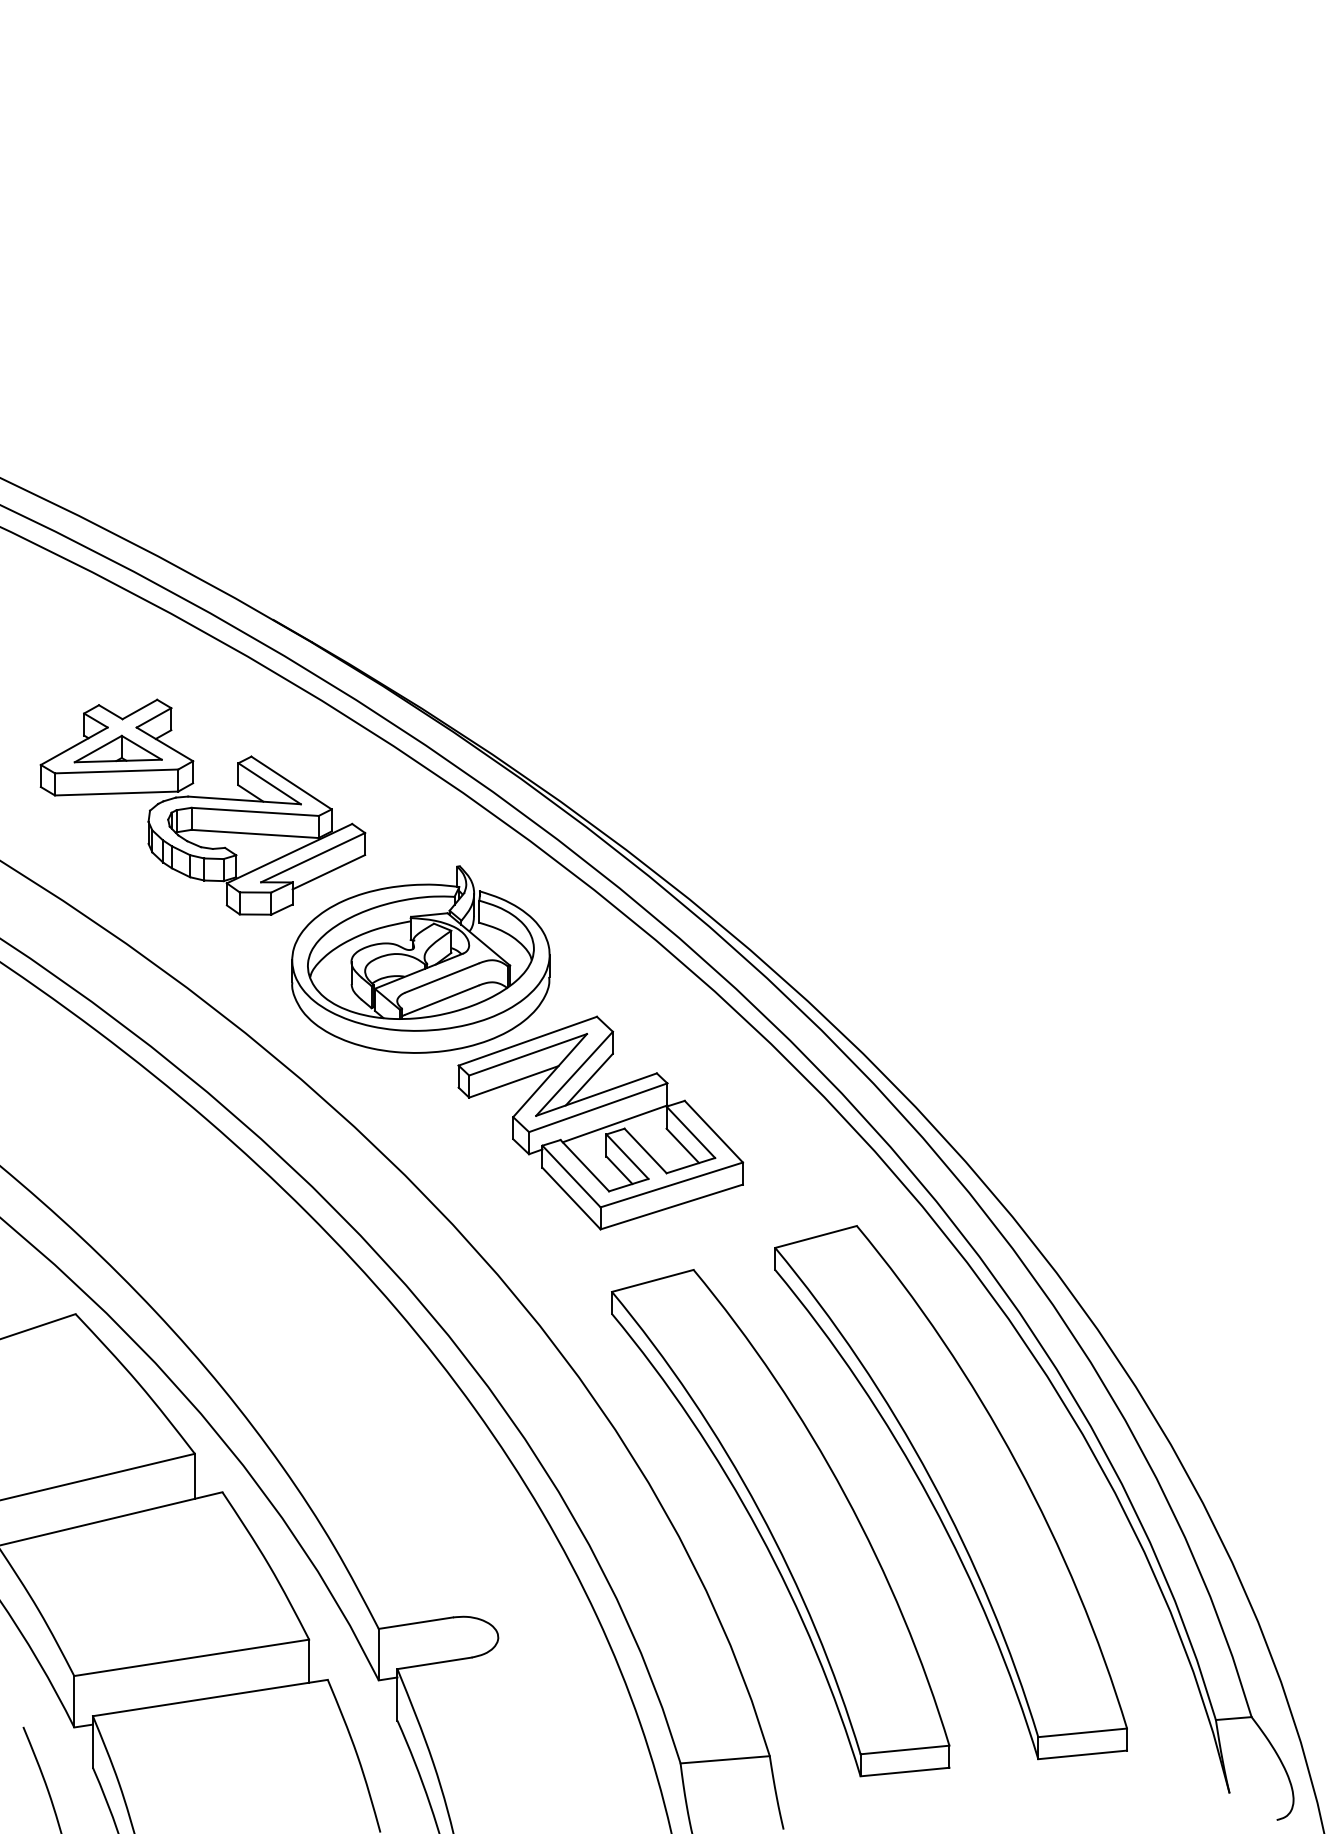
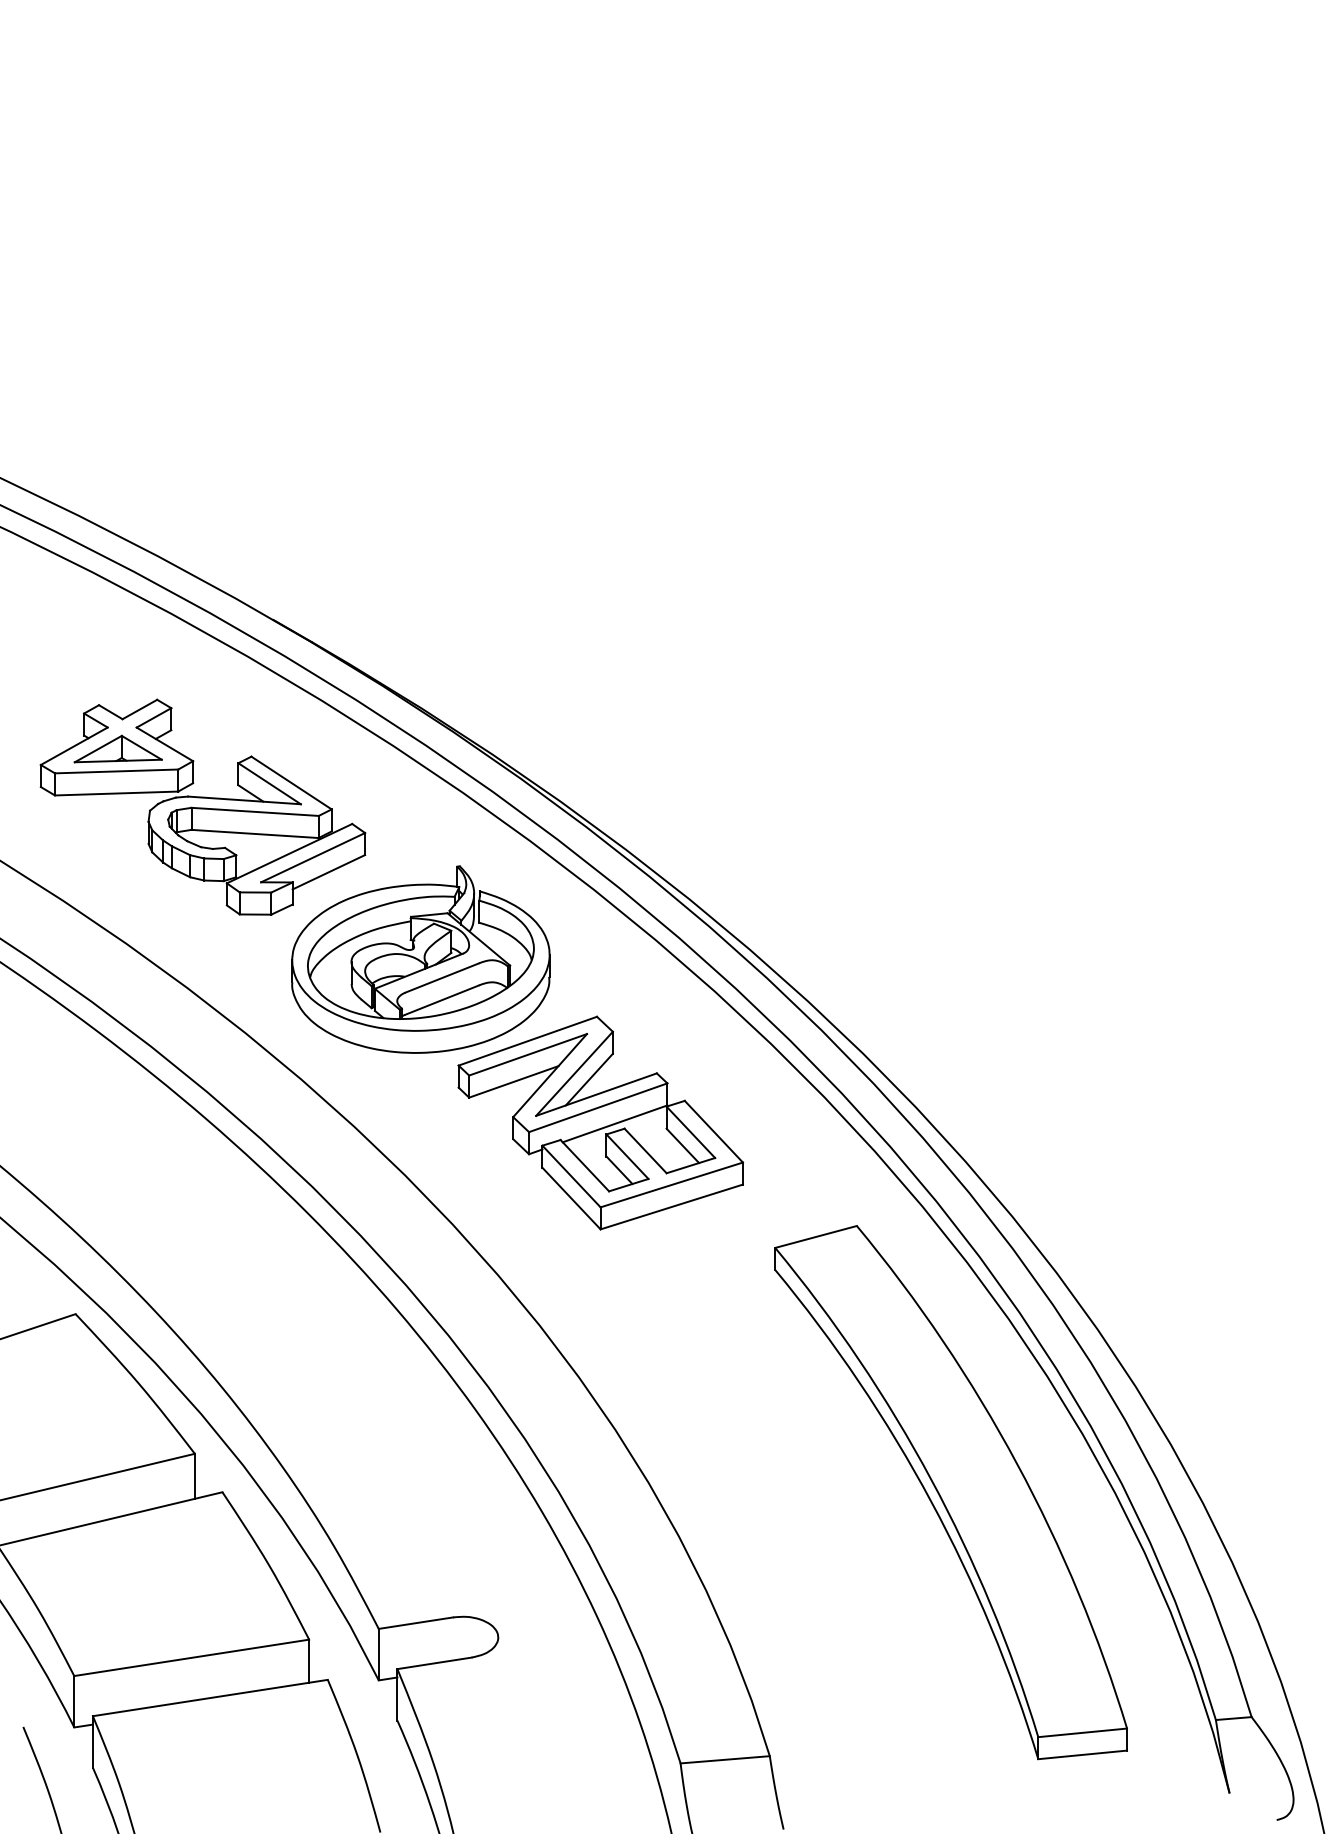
part at (780, 1523): present -> none
